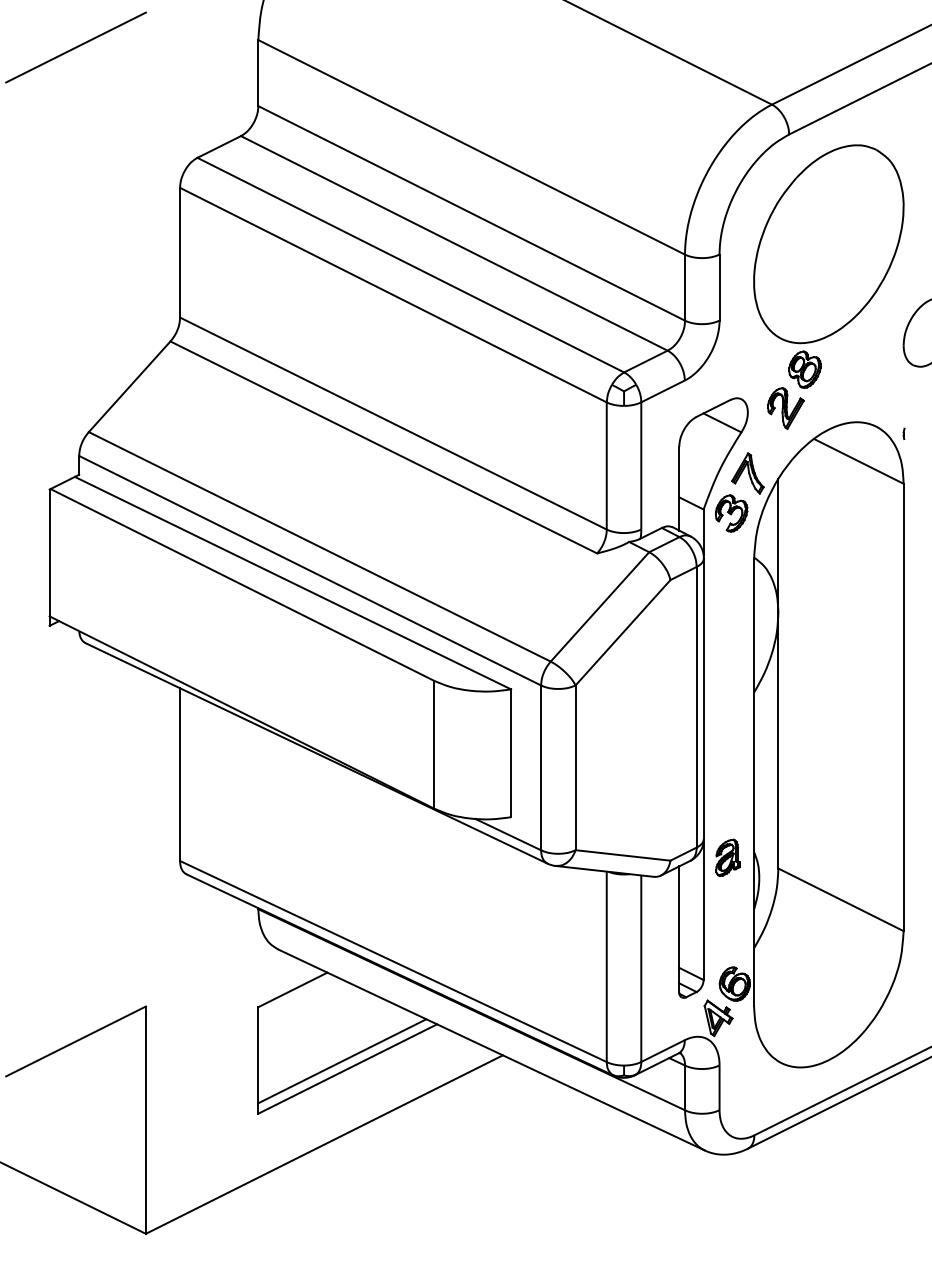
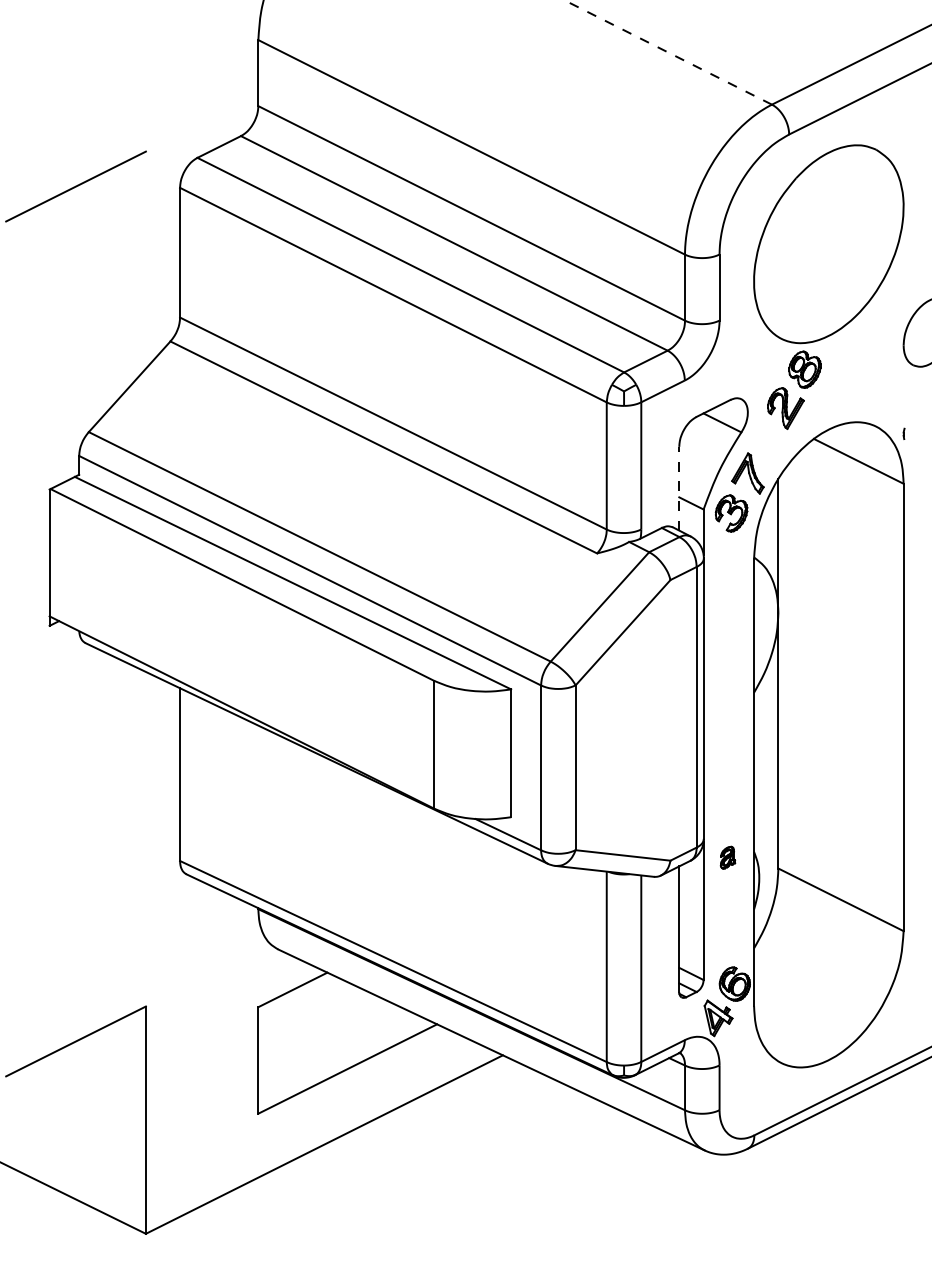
line at (75, 47) position: (75, 47) -> (75, 186)
line at (667, 52): solid -> dashed
line at (679, 488): solid -> dashed
part at (727, 857) size: 26x39 px -> 18x25 px
line at (342, 1061): present -> none
